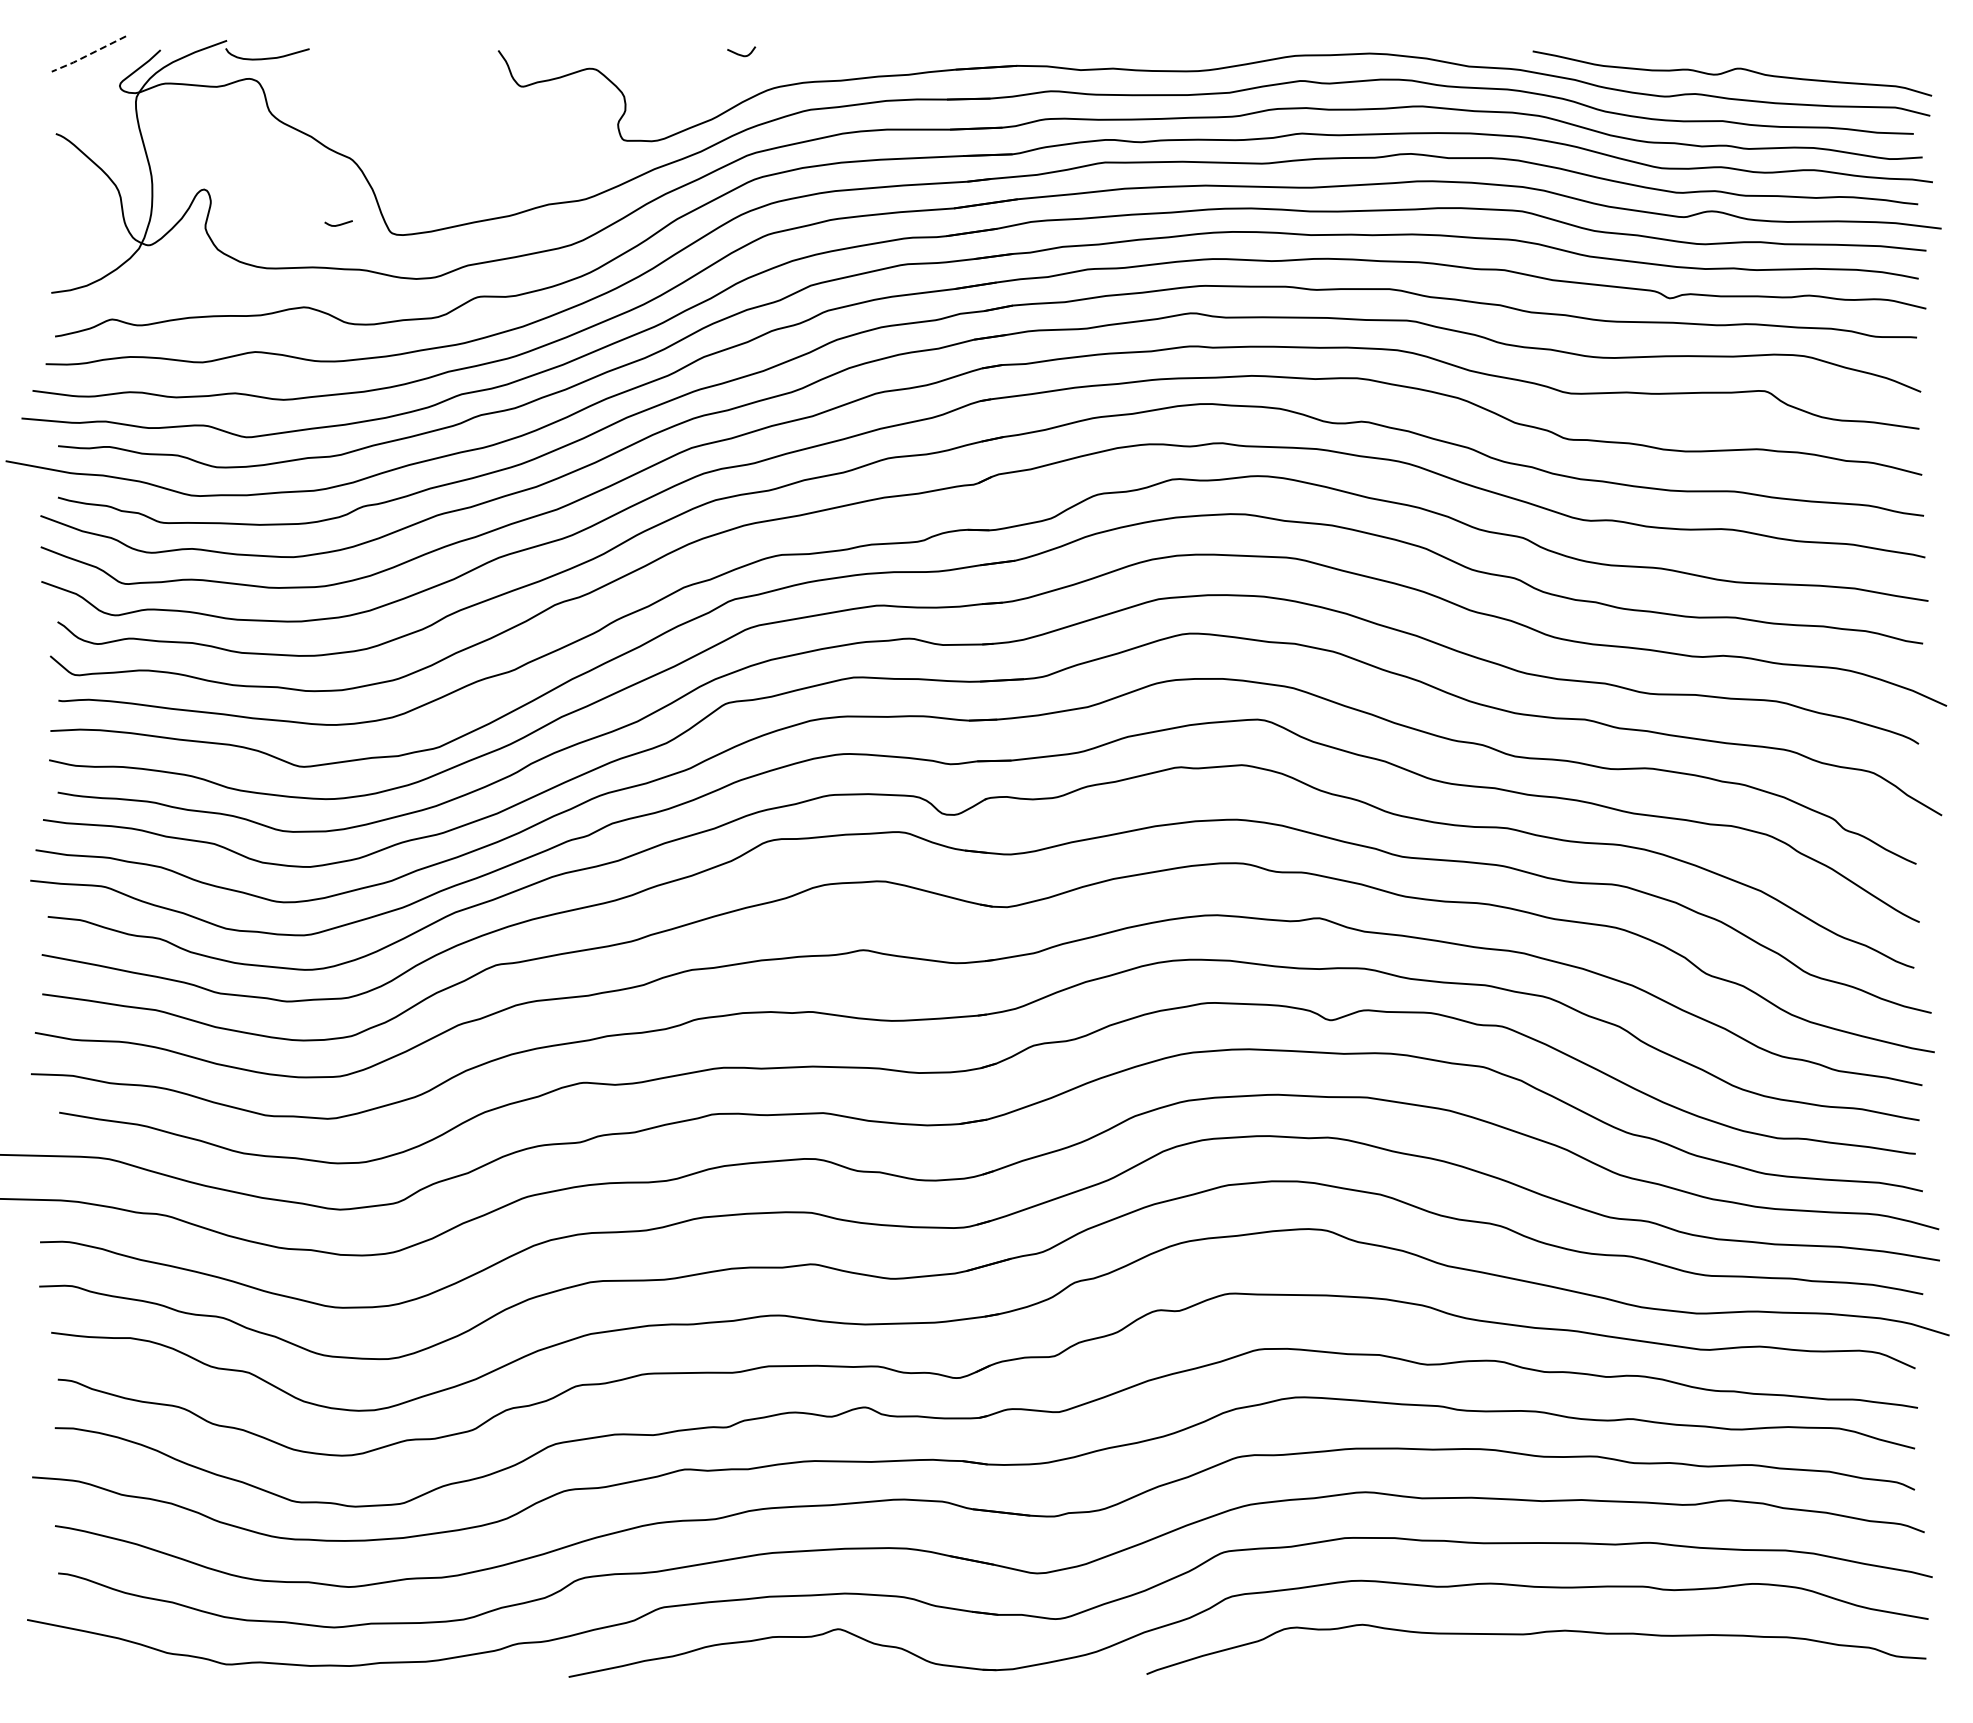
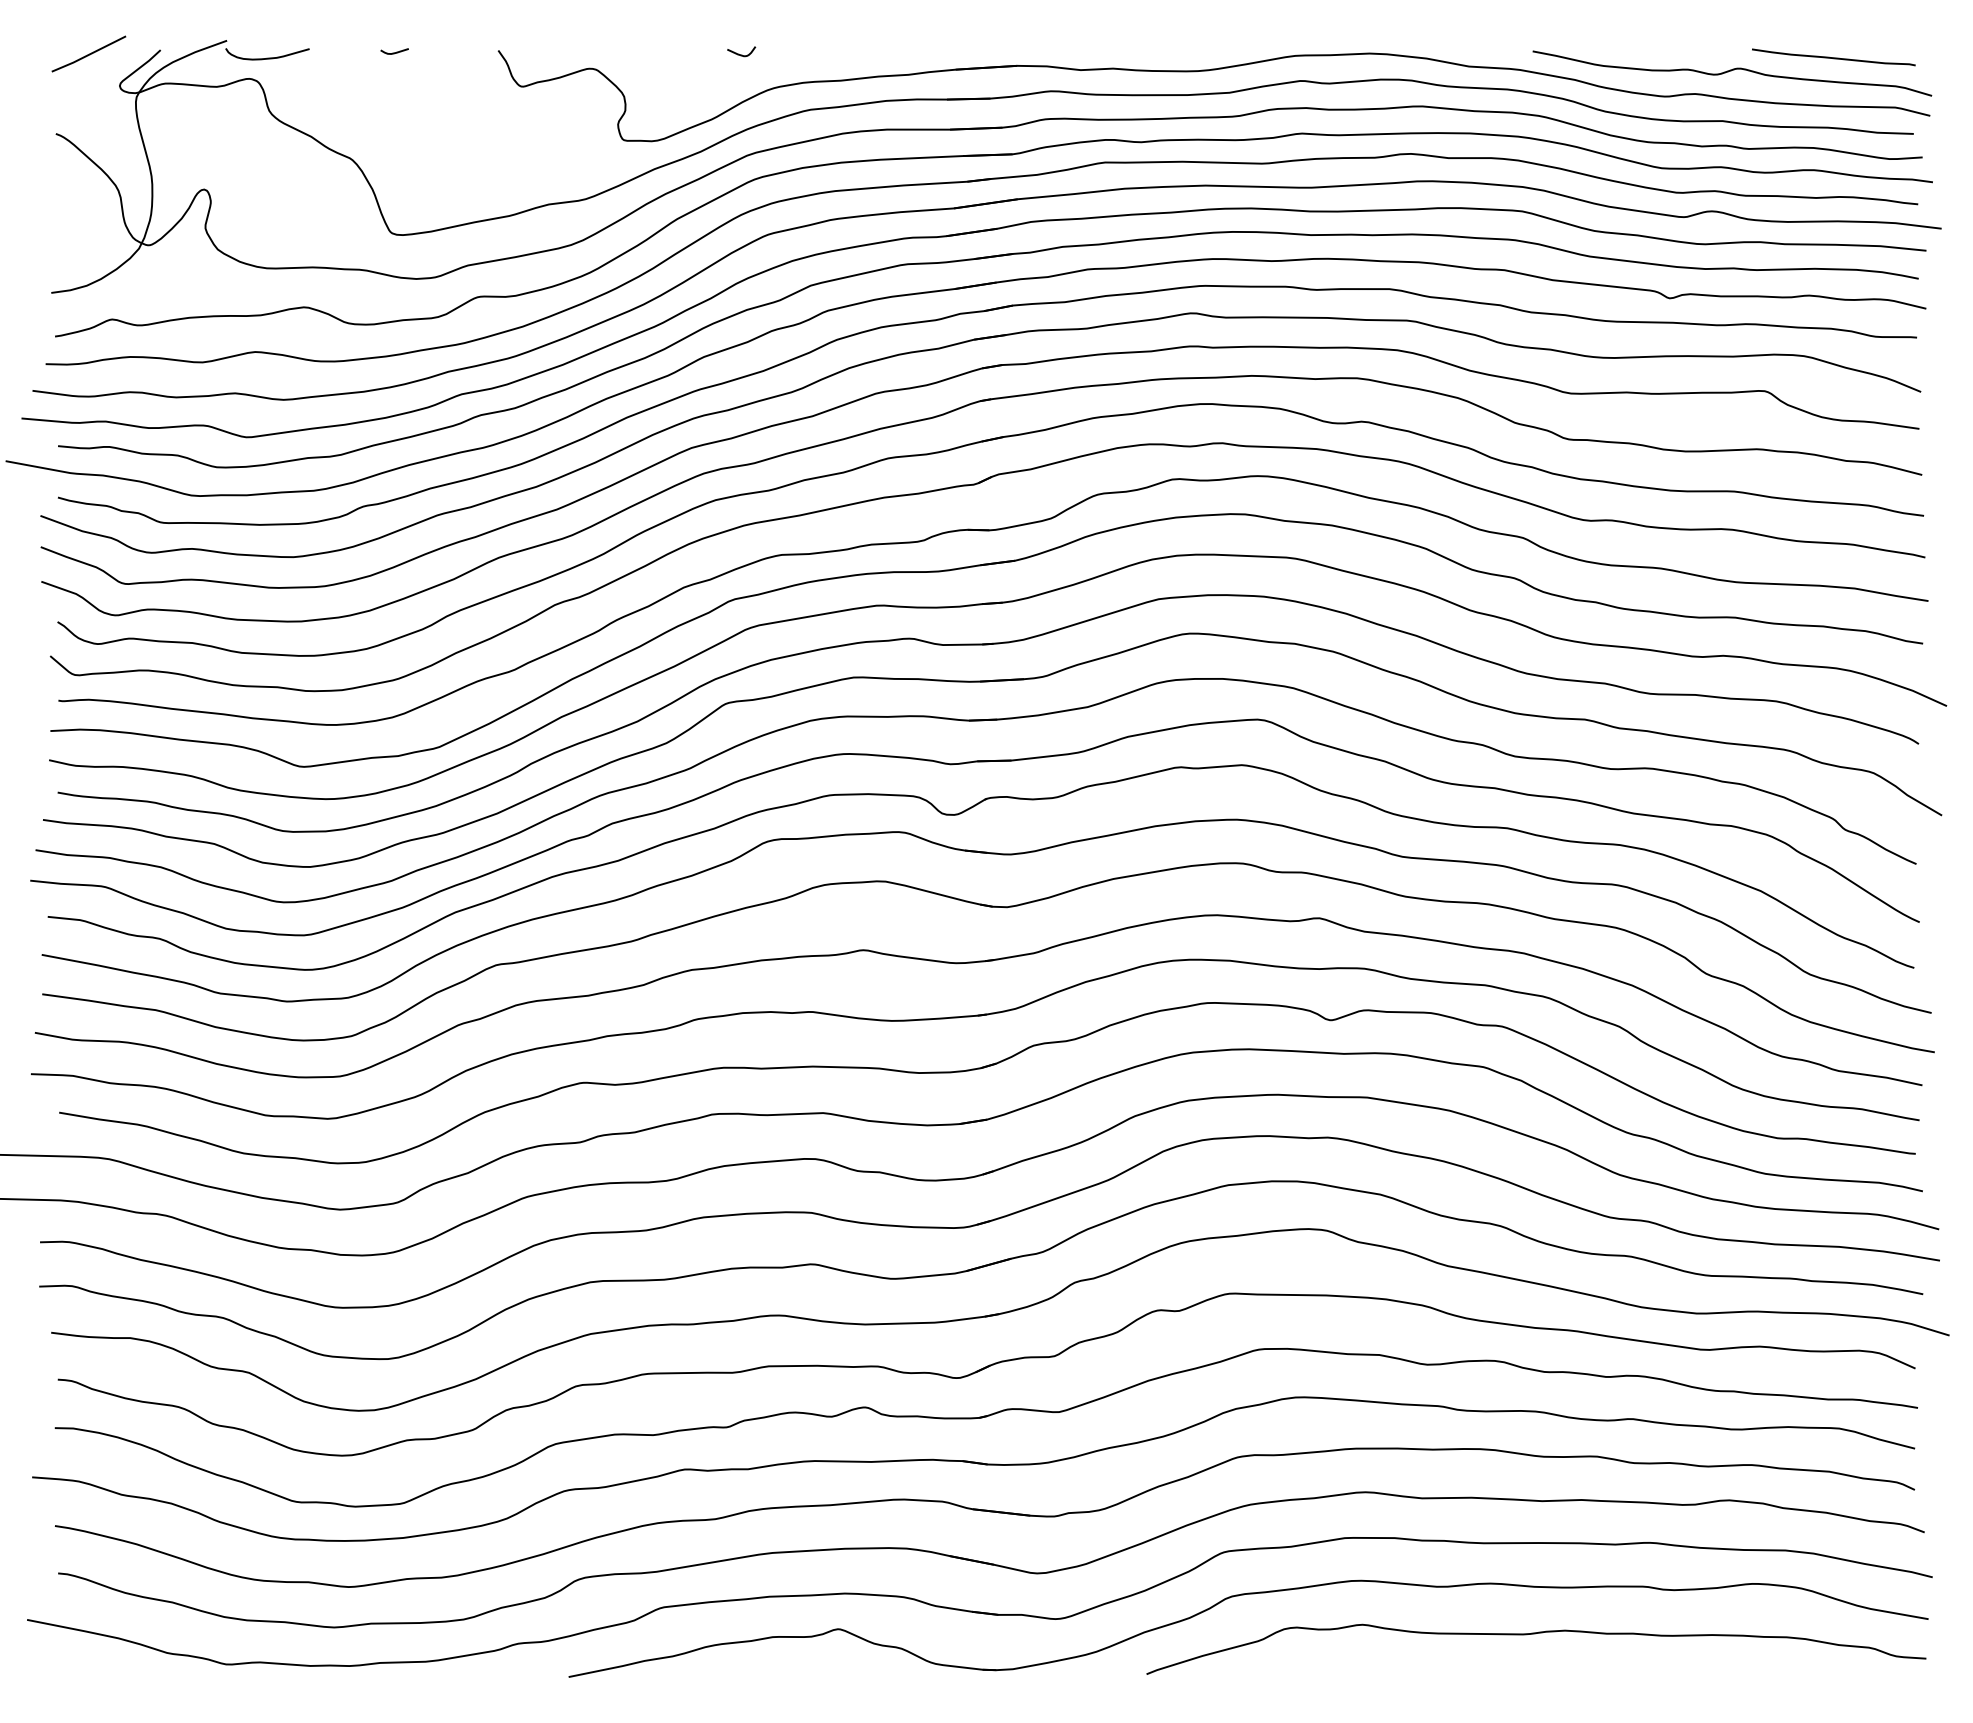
line at (88, 55): dashed -> solid
curve at (1833, 57): none -> present
curve at (338, 224) position: (338, 224) -> (394, 52)
